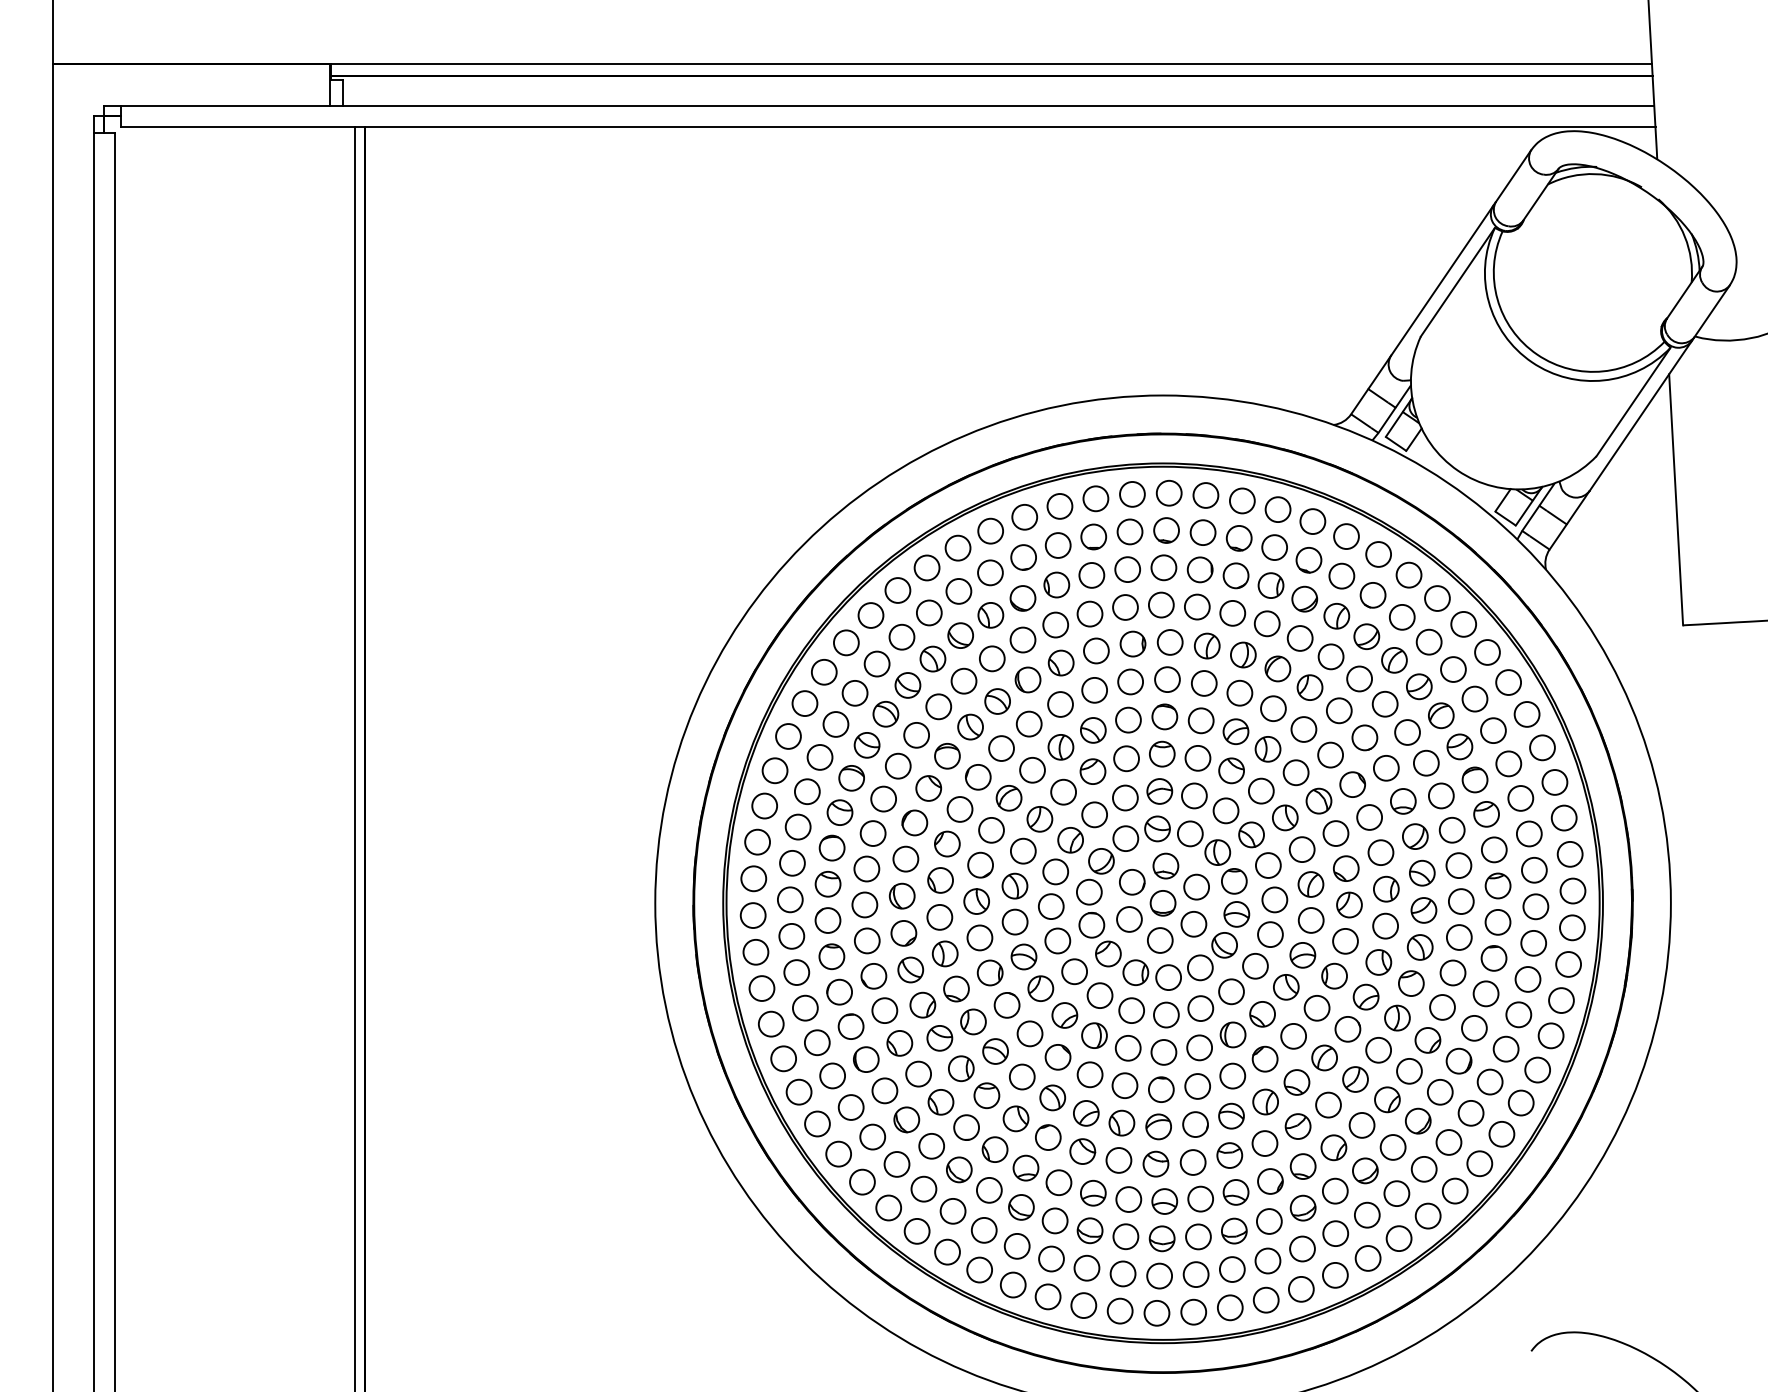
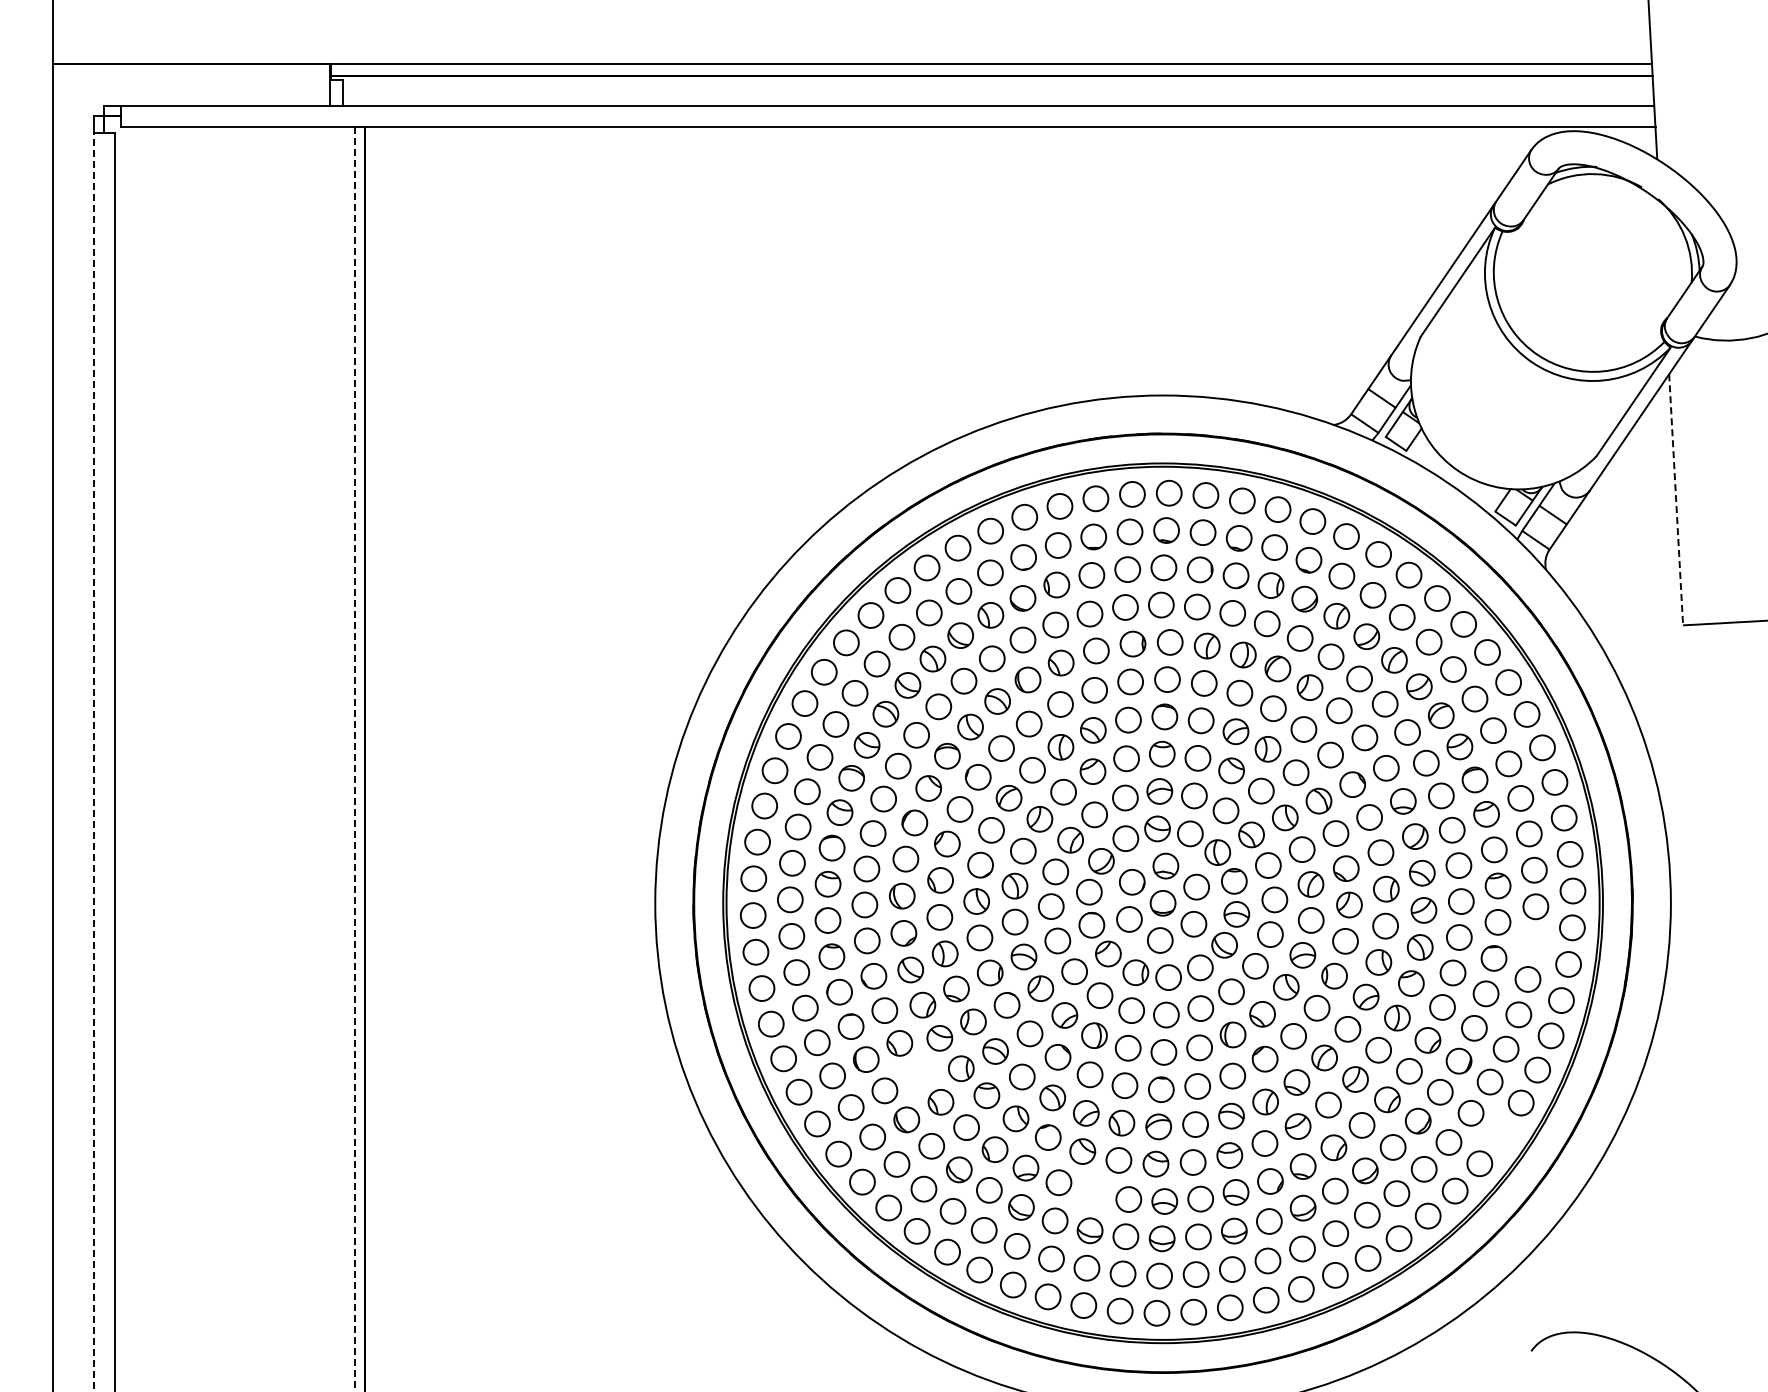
line at (1676, 499): solid -> dashed
line at (355, 759): solid -> dashed
line at (94, 761): solid -> dashed
circle at (1533, 943): present -> none
circle at (918, 1073): present -> none
circle at (1501, 1134): present -> none
part at (1093, 1193): present -> none
